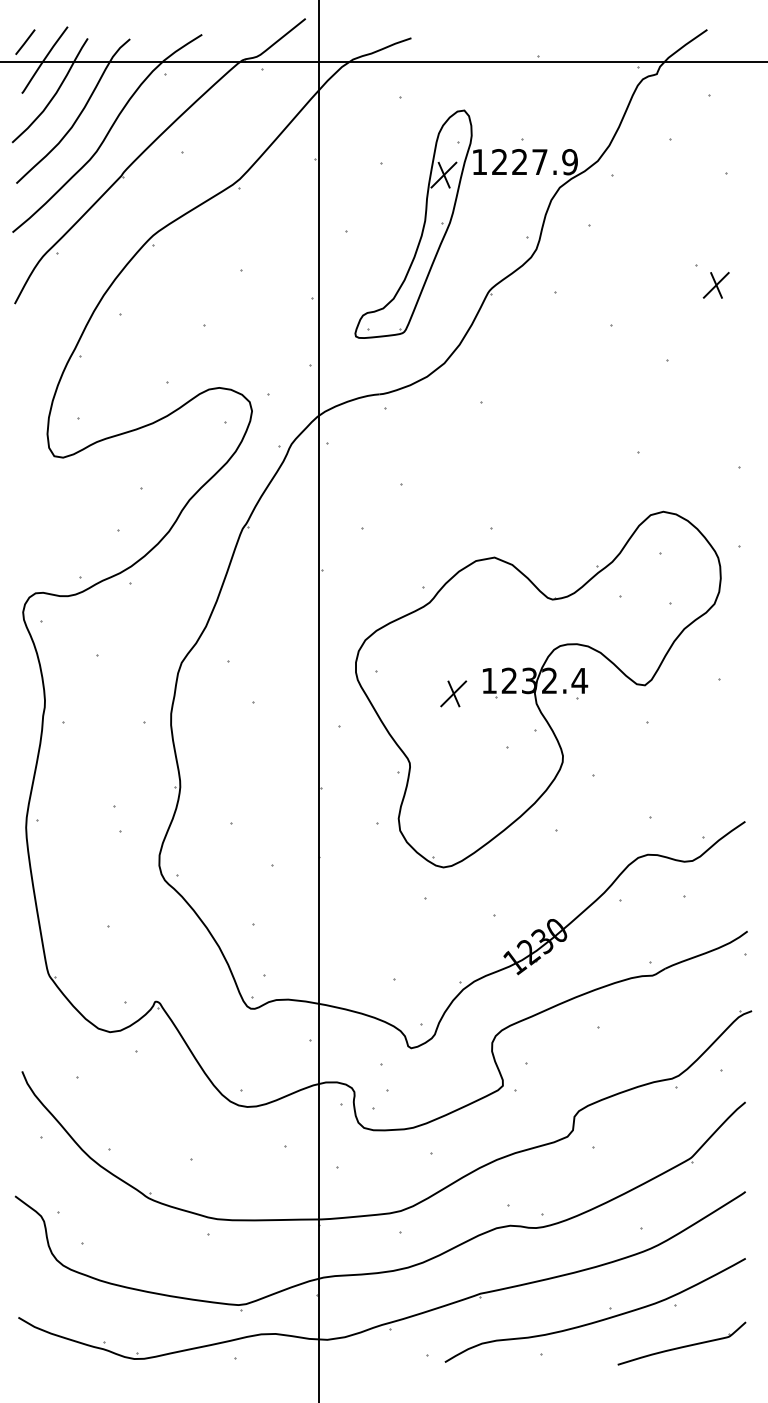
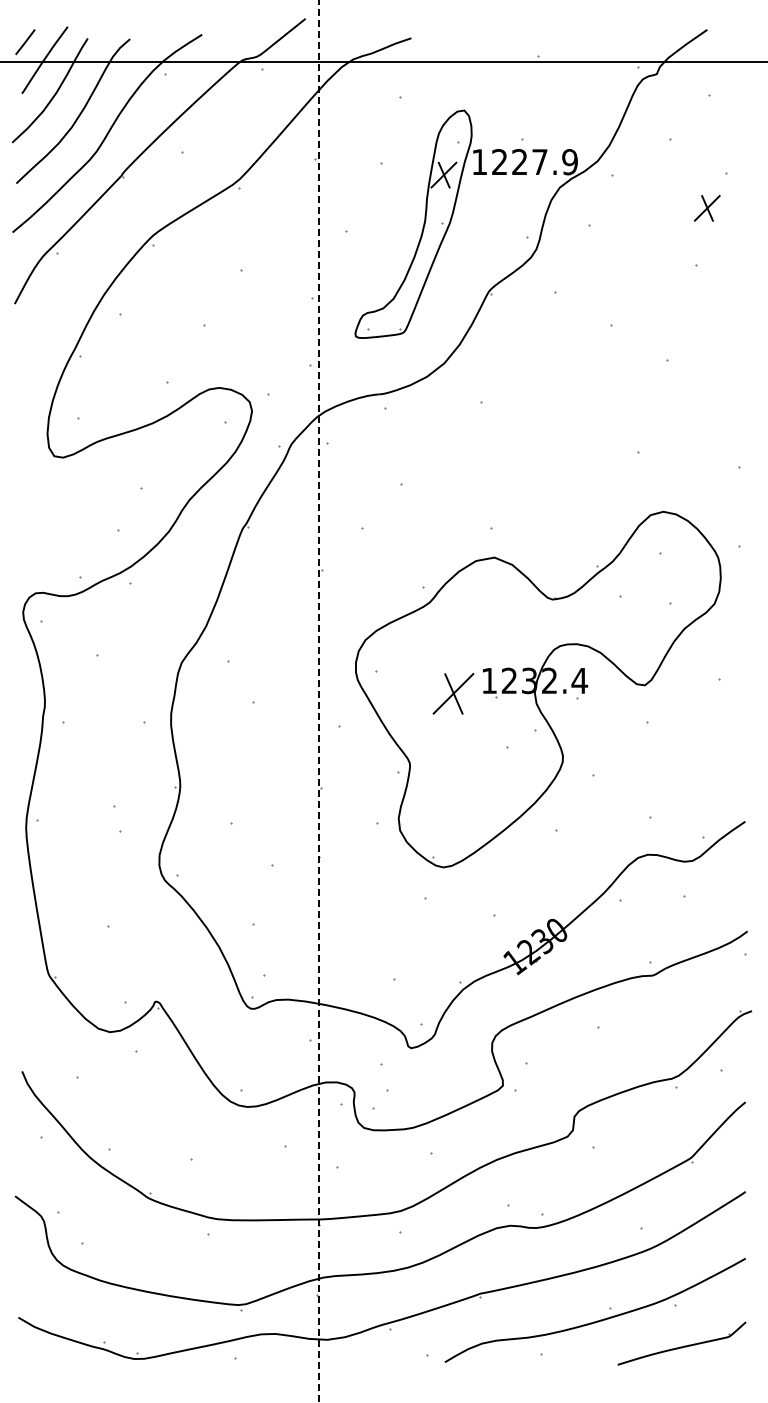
part at (715, 284) position: (715, 284) -> (706, 207)
part at (453, 693) size: 28x28 px -> 43x42 px
line at (318, 701): solid -> dashed
